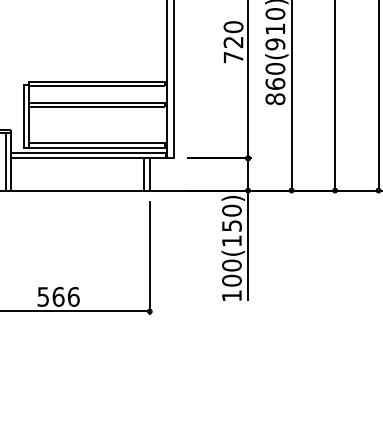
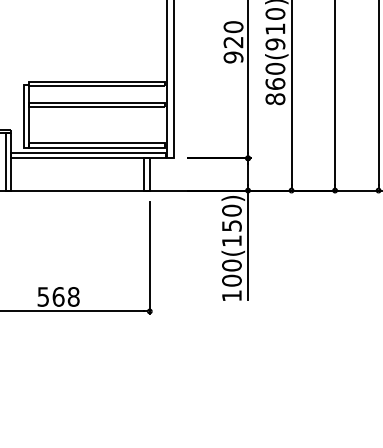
text at (233, 57): 720 -> 920
text at (73, 296): 566 -> 568
